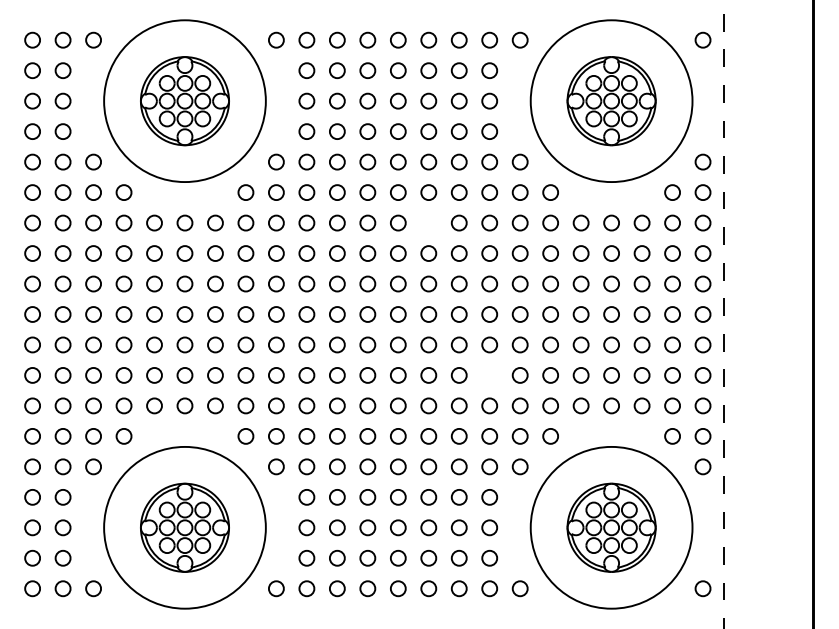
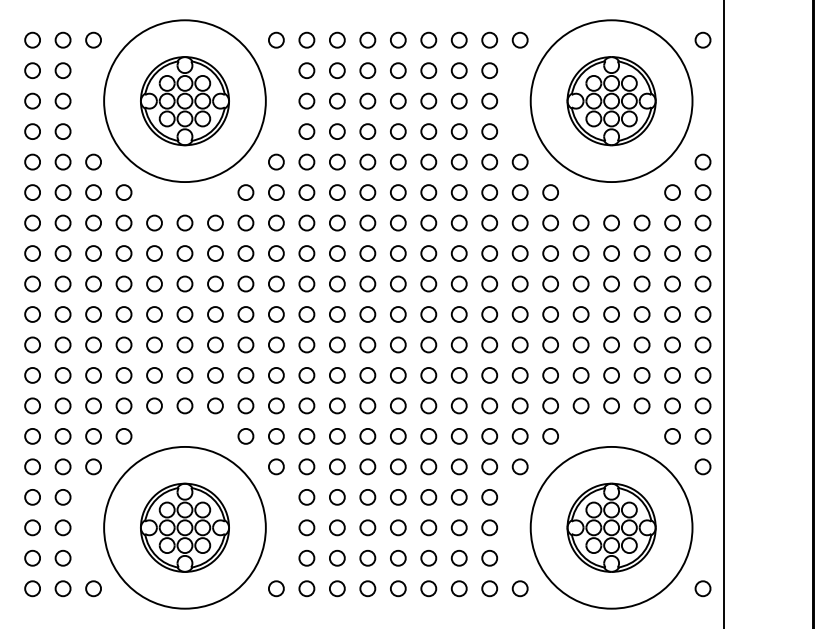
circle at (428, 222): none -> present
line at (724, 314): dashed -> solid
circle at (489, 375): none -> present
